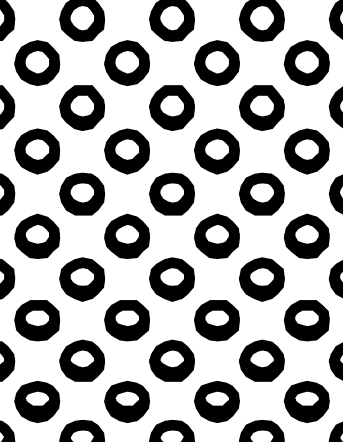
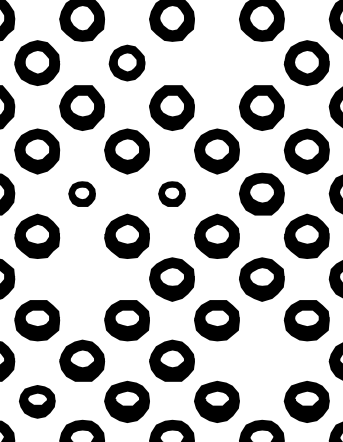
part at (126, 62) size: 46x46 px -> 38x38 px
part at (216, 62): present -> none
part at (81, 193) size: 46x44 px -> 28x26 px
part at (171, 193) size: 46x44 px -> 28x26 px
part at (81, 279): present -> none
part at (261, 360): present -> none
part at (37, 401) size: 47x43 px -> 37x34 px
